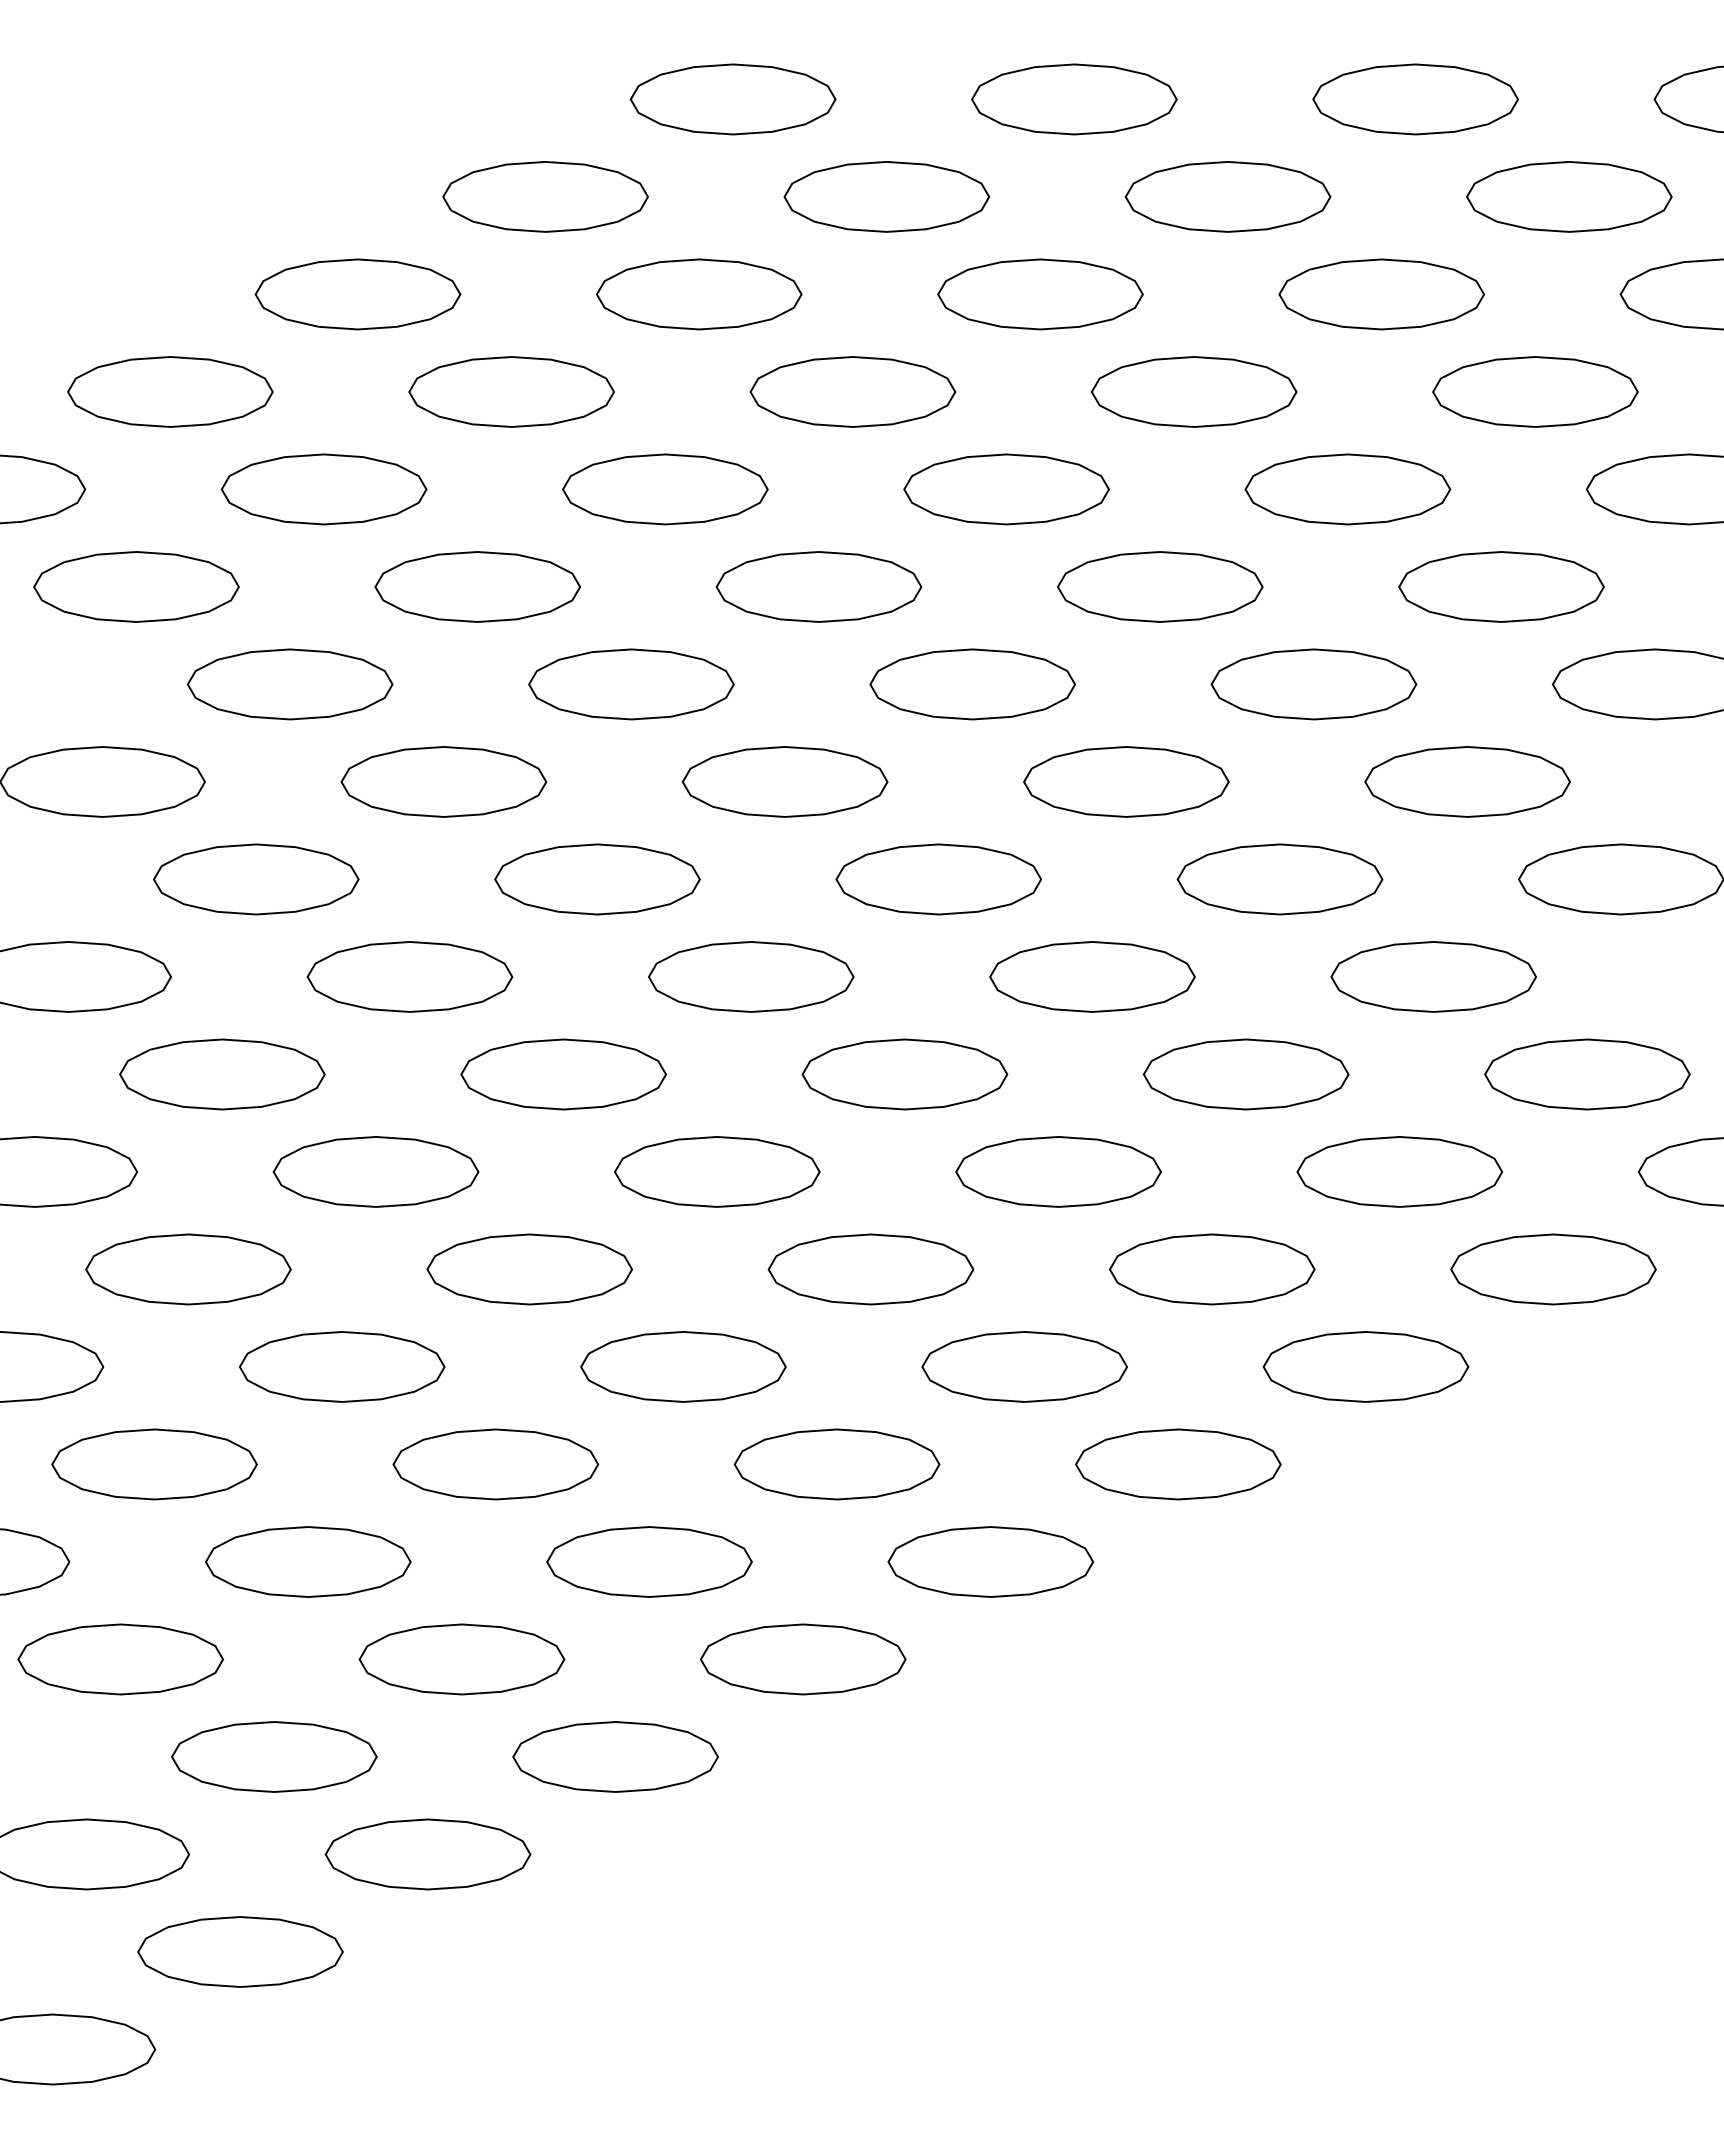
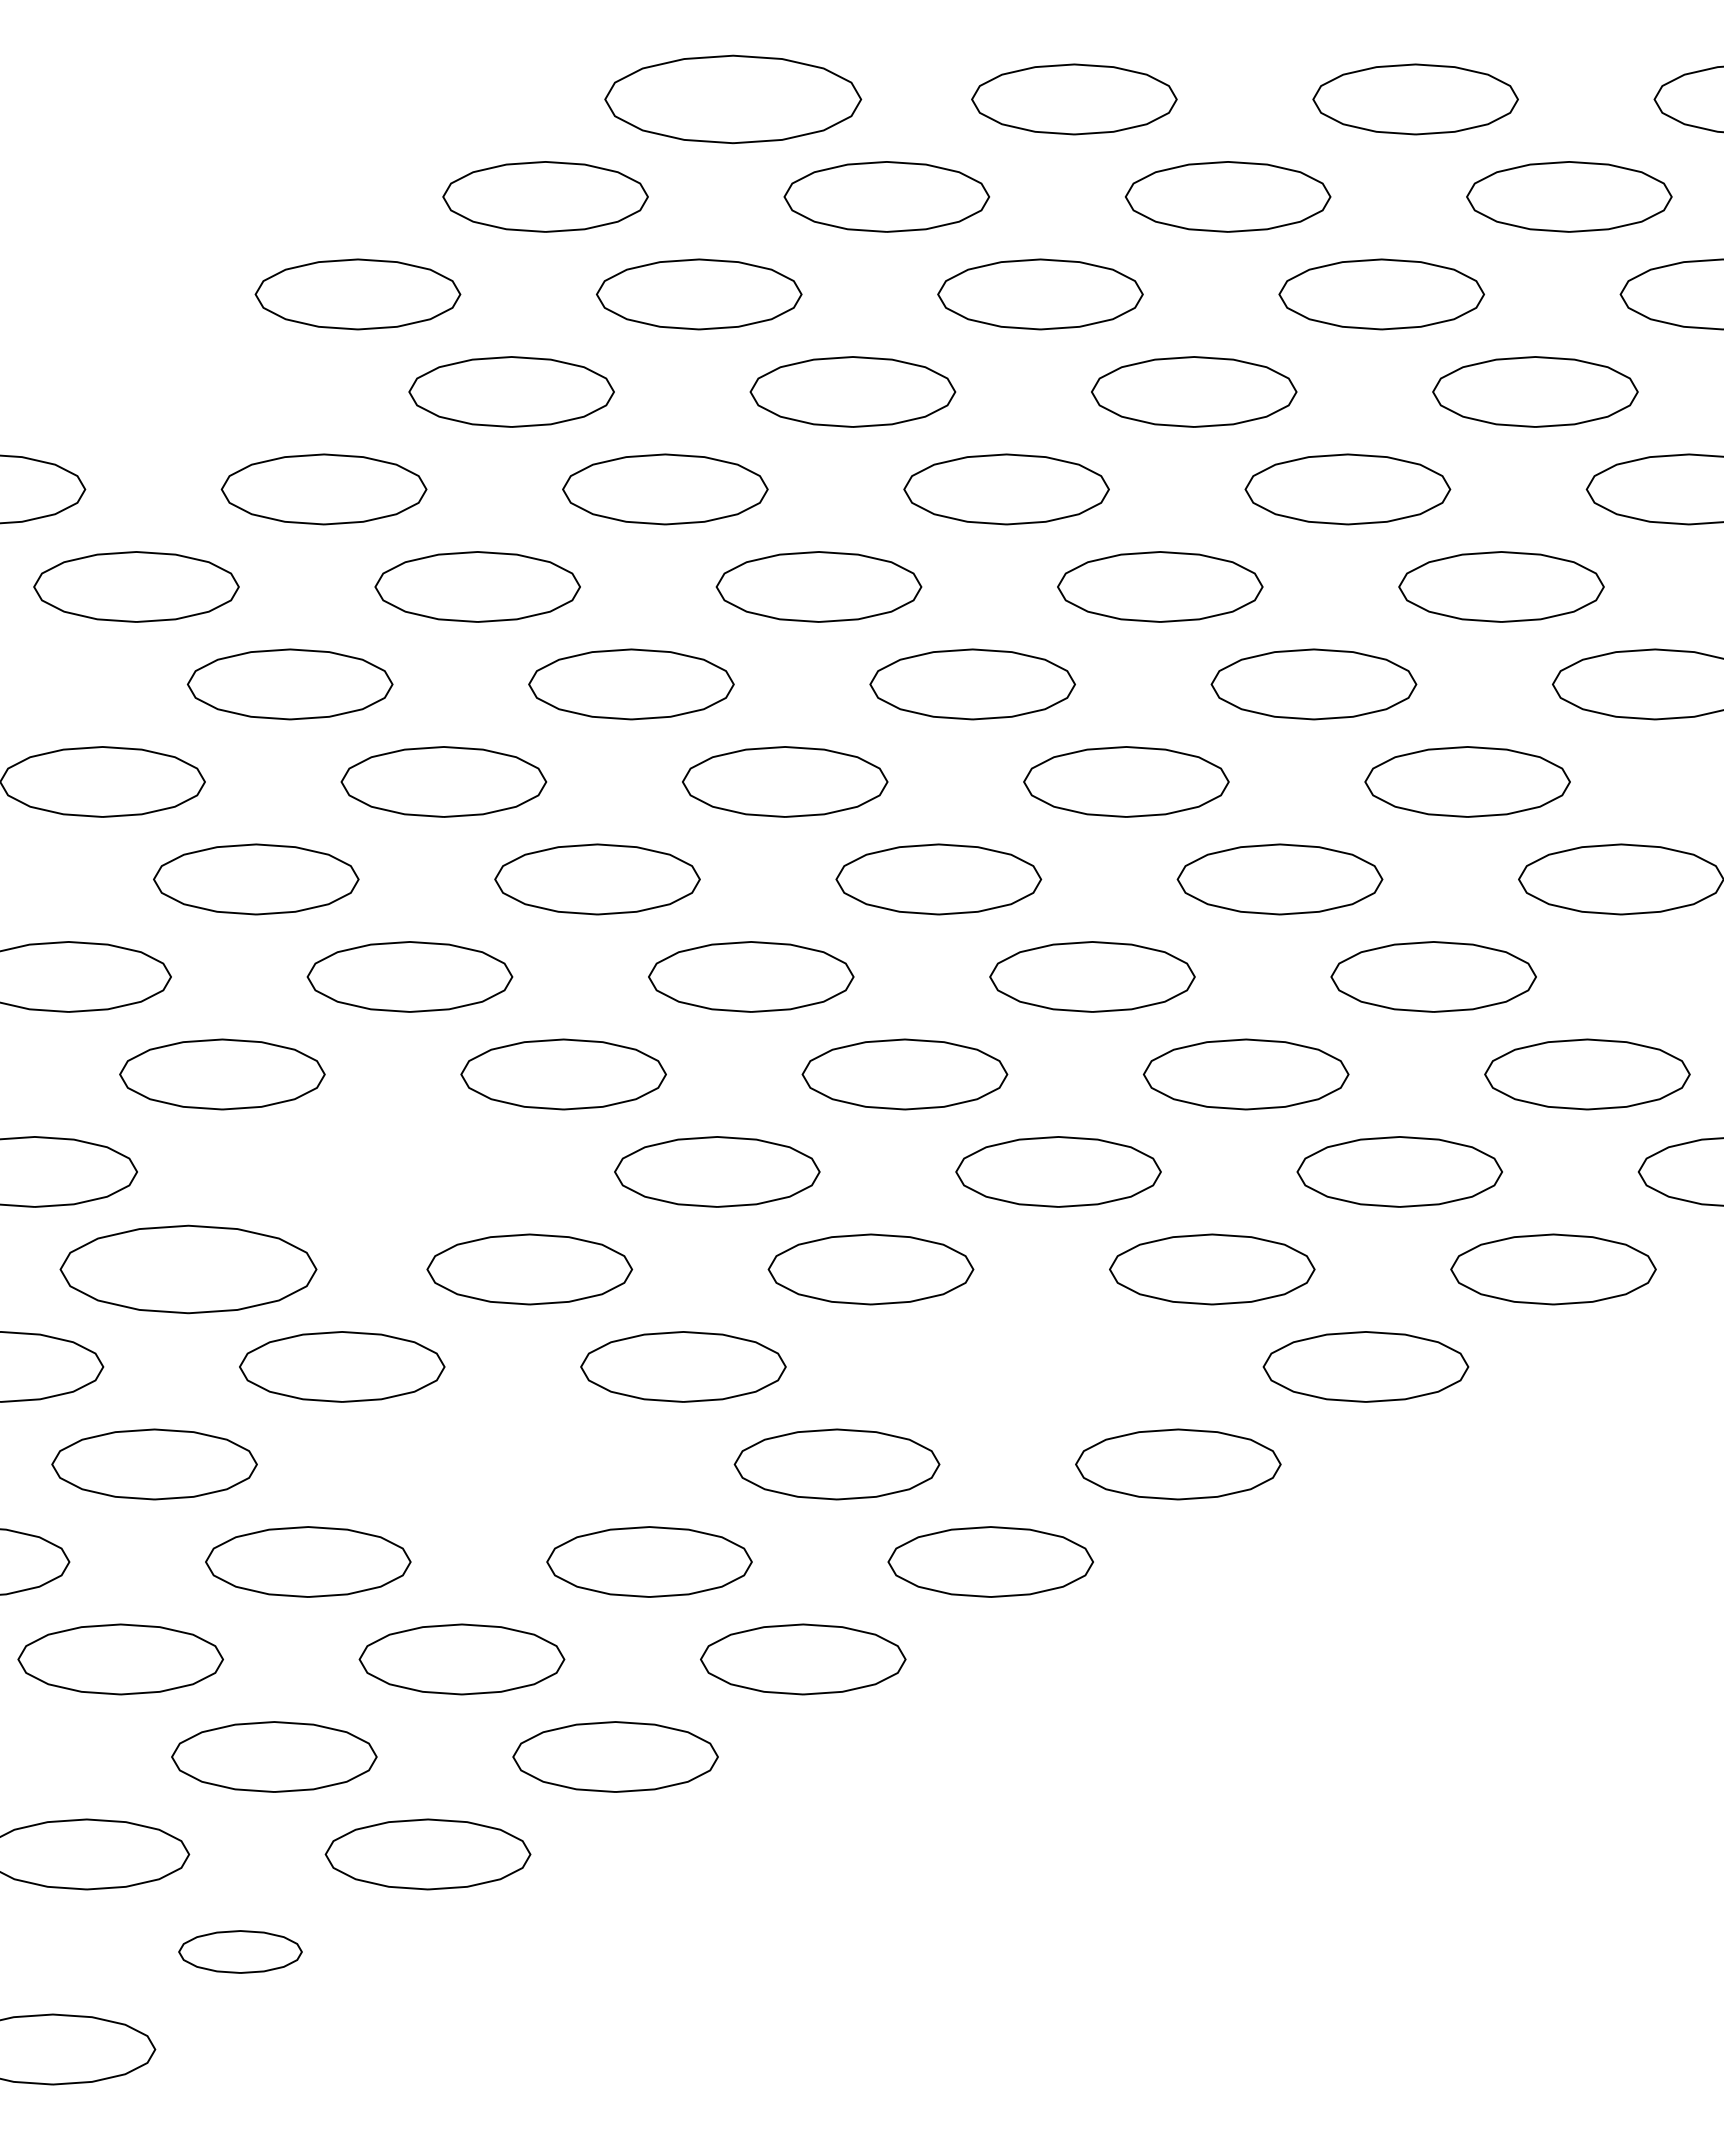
part at (732, 99) size: 208x73 px -> 259x91 px
part at (170, 391): present -> none
part at (375, 1171): present -> none
part at (188, 1269) size: 207x73 px -> 259x91 px
part at (1024, 1366): present -> none
part at (495, 1464): present -> none
part at (240, 1951) size: 207x72 px -> 125x44 px
